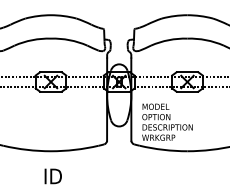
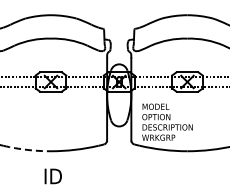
arc at (26, 149): solid -> dashed
